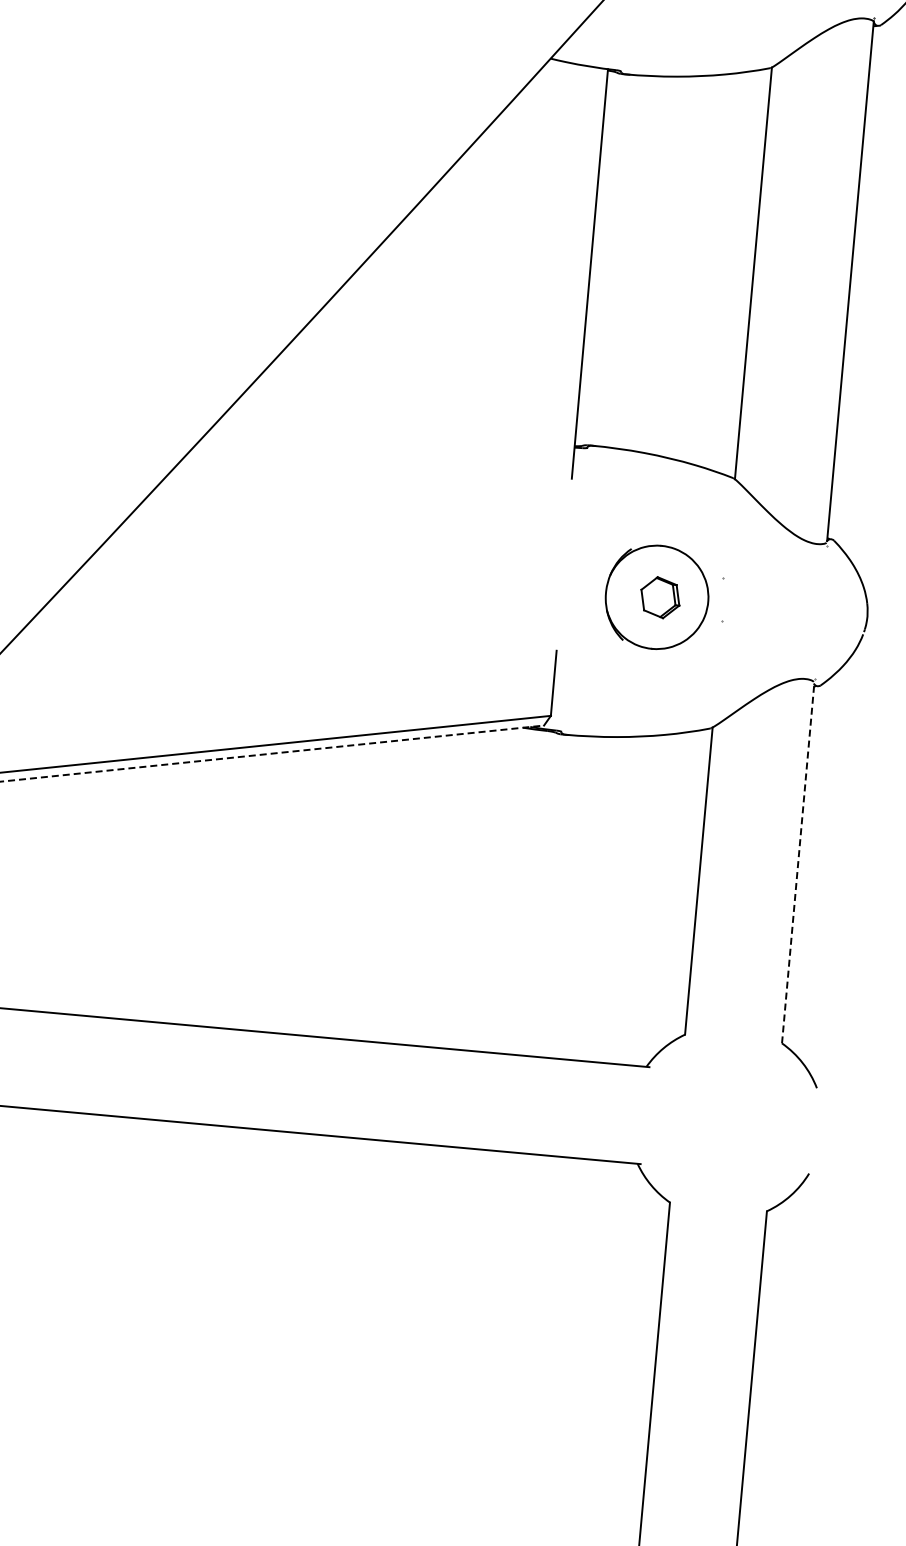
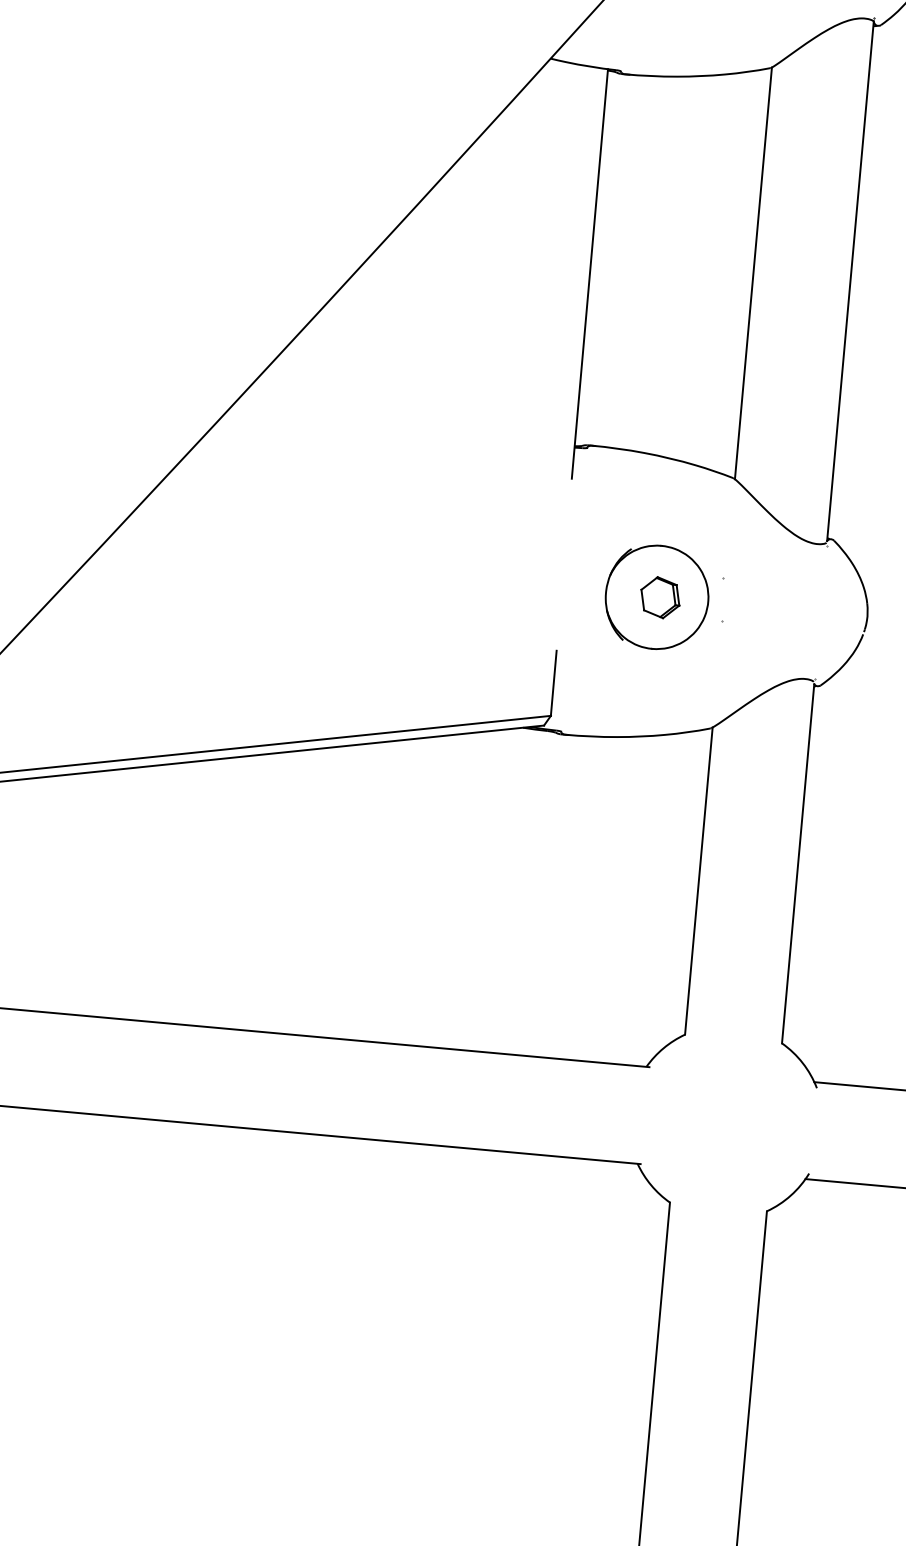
line at (272, 753): dashed -> solid
line at (798, 863): dashed -> solid
line at (858, 1086): none -> present
line at (853, 1183): none -> present
